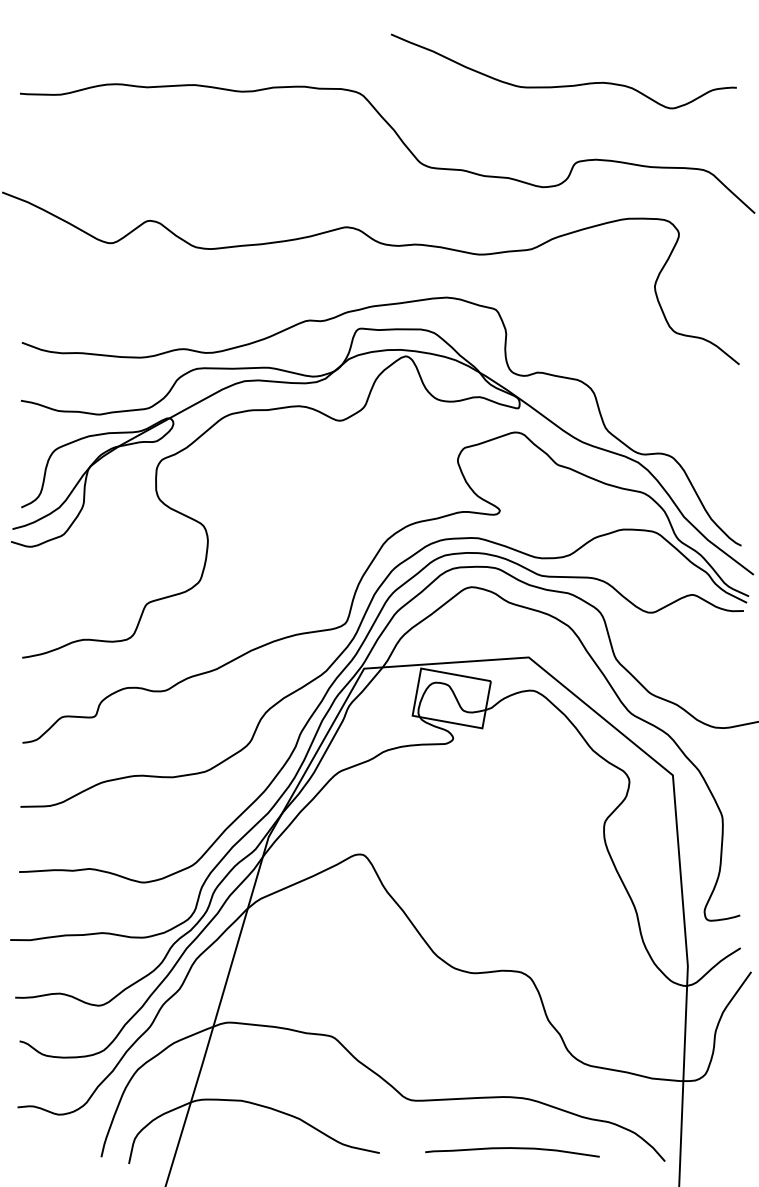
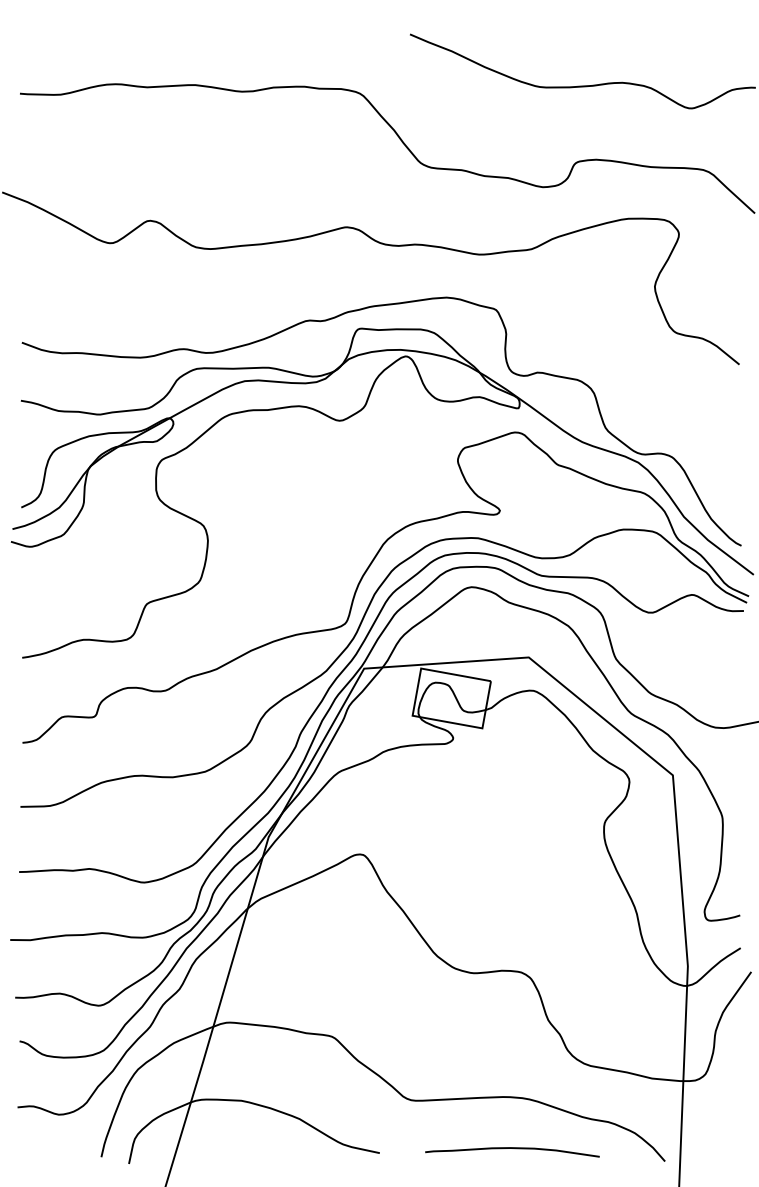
curve at (563, 85) position: (563, 85) -> (582, 85)
